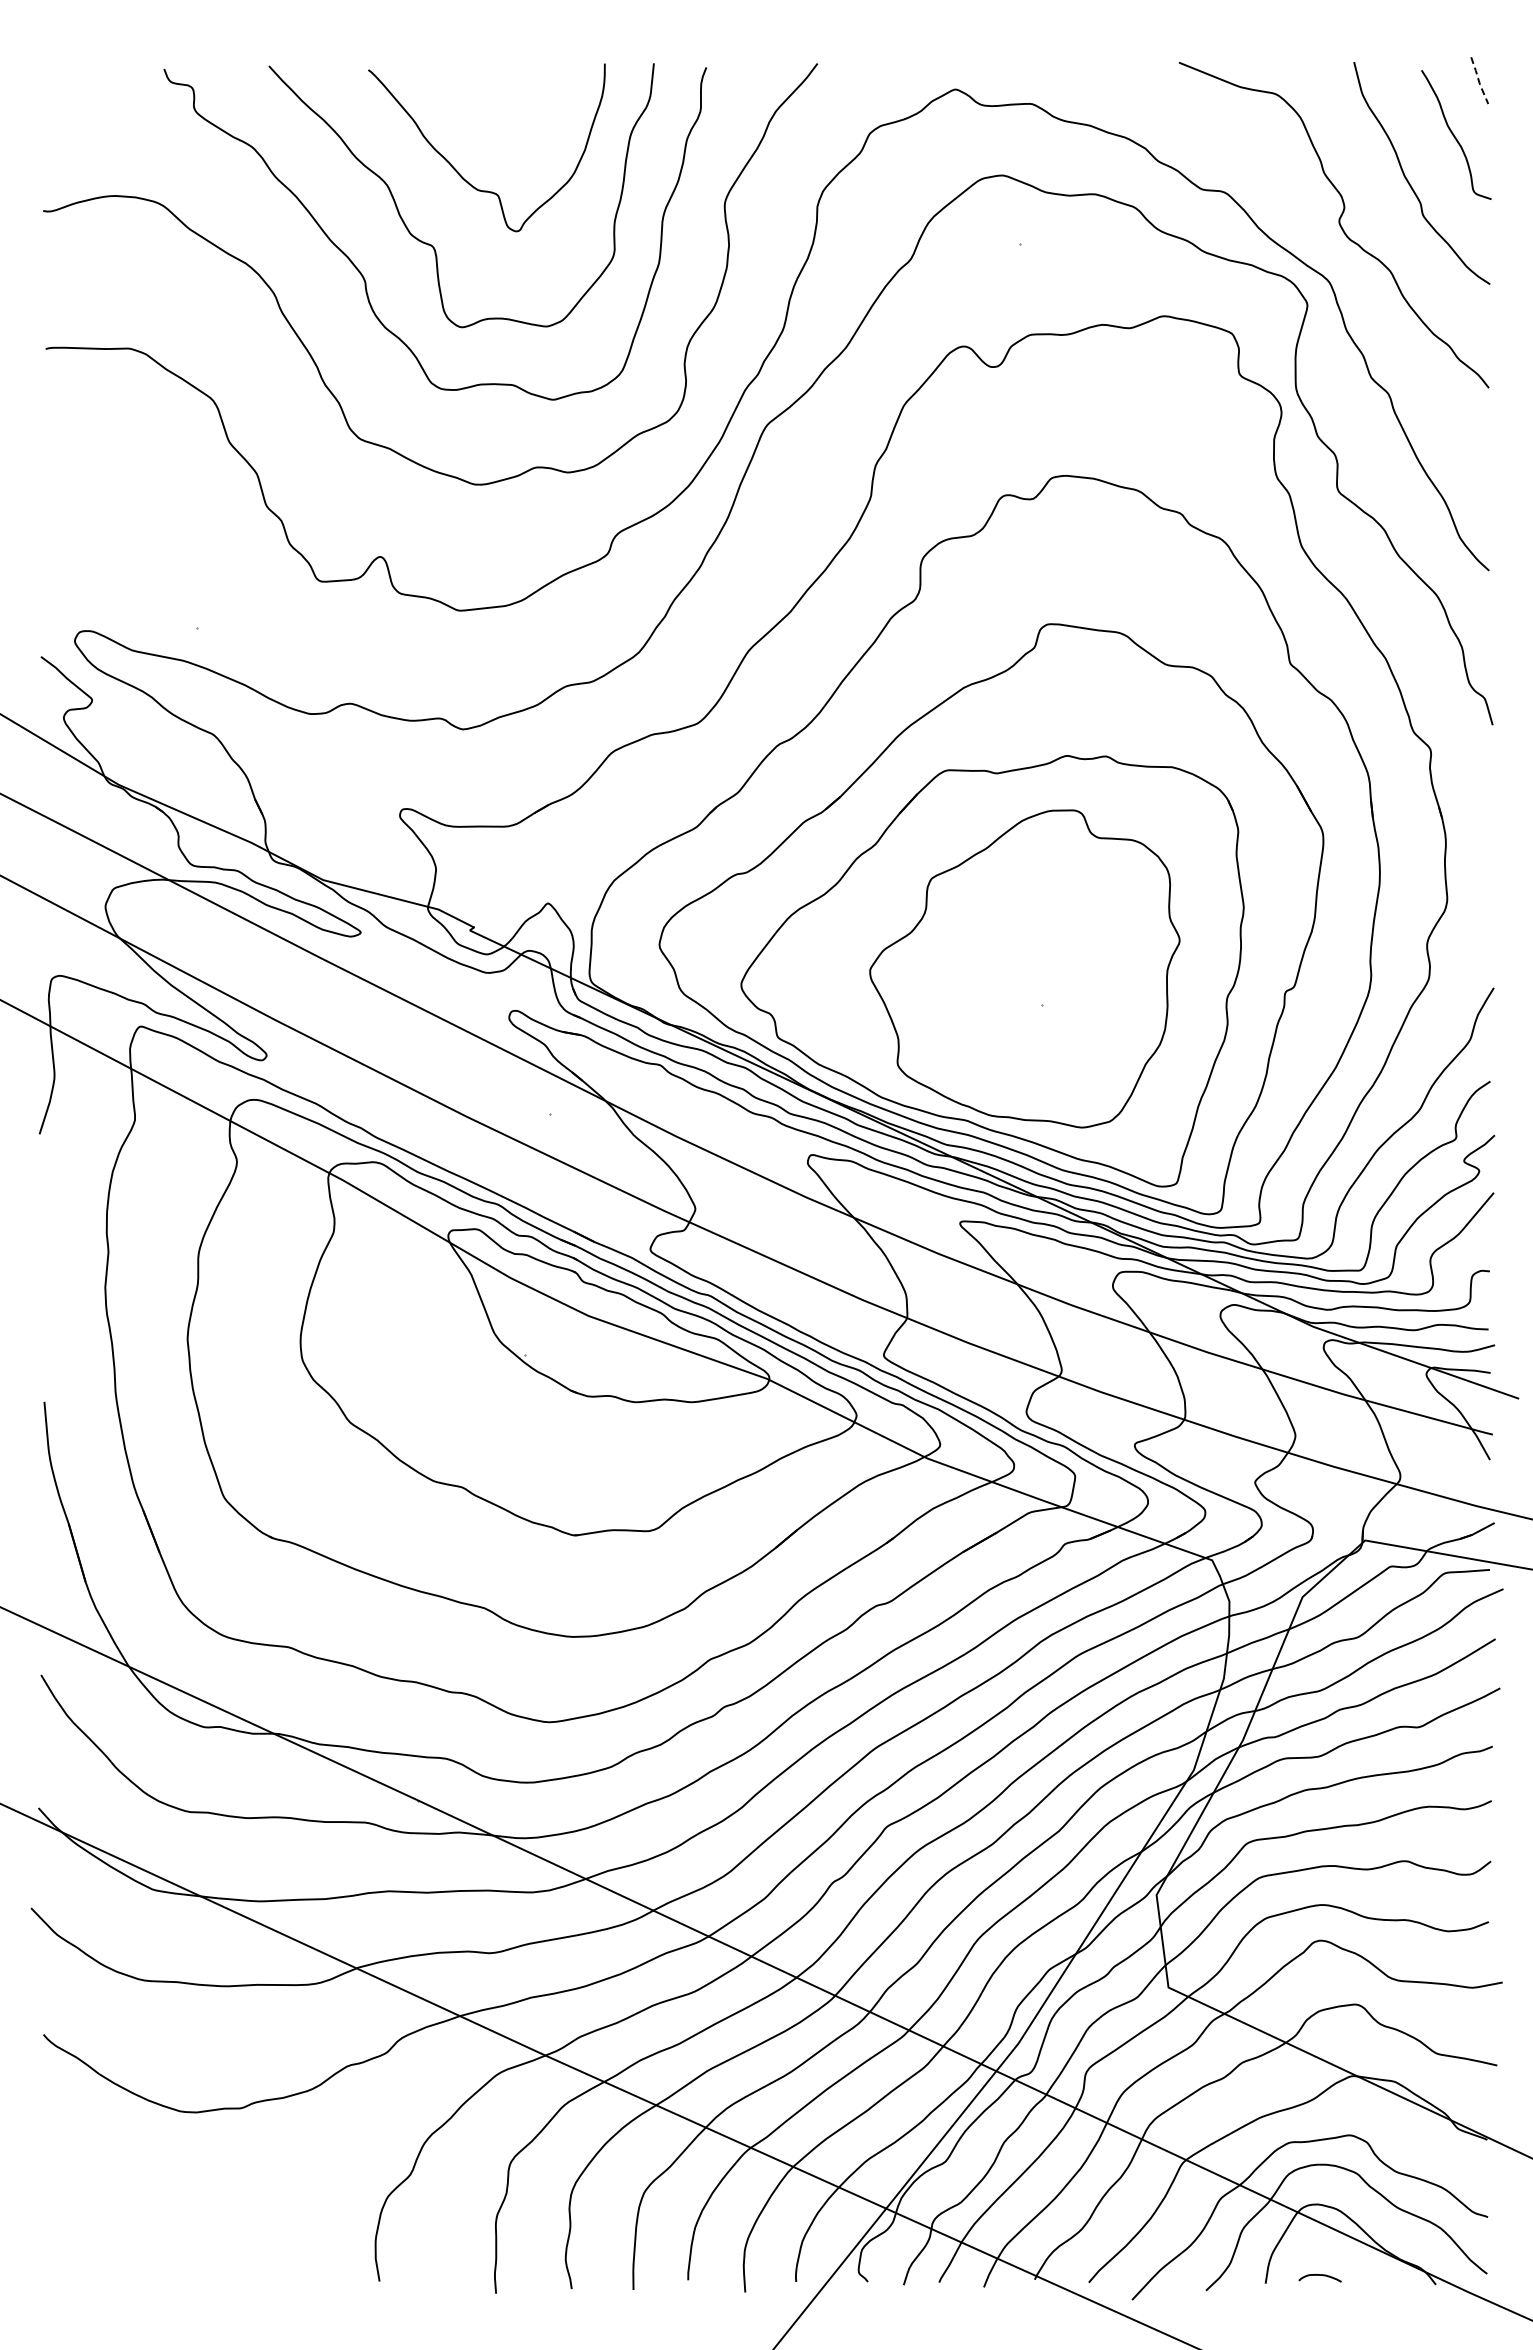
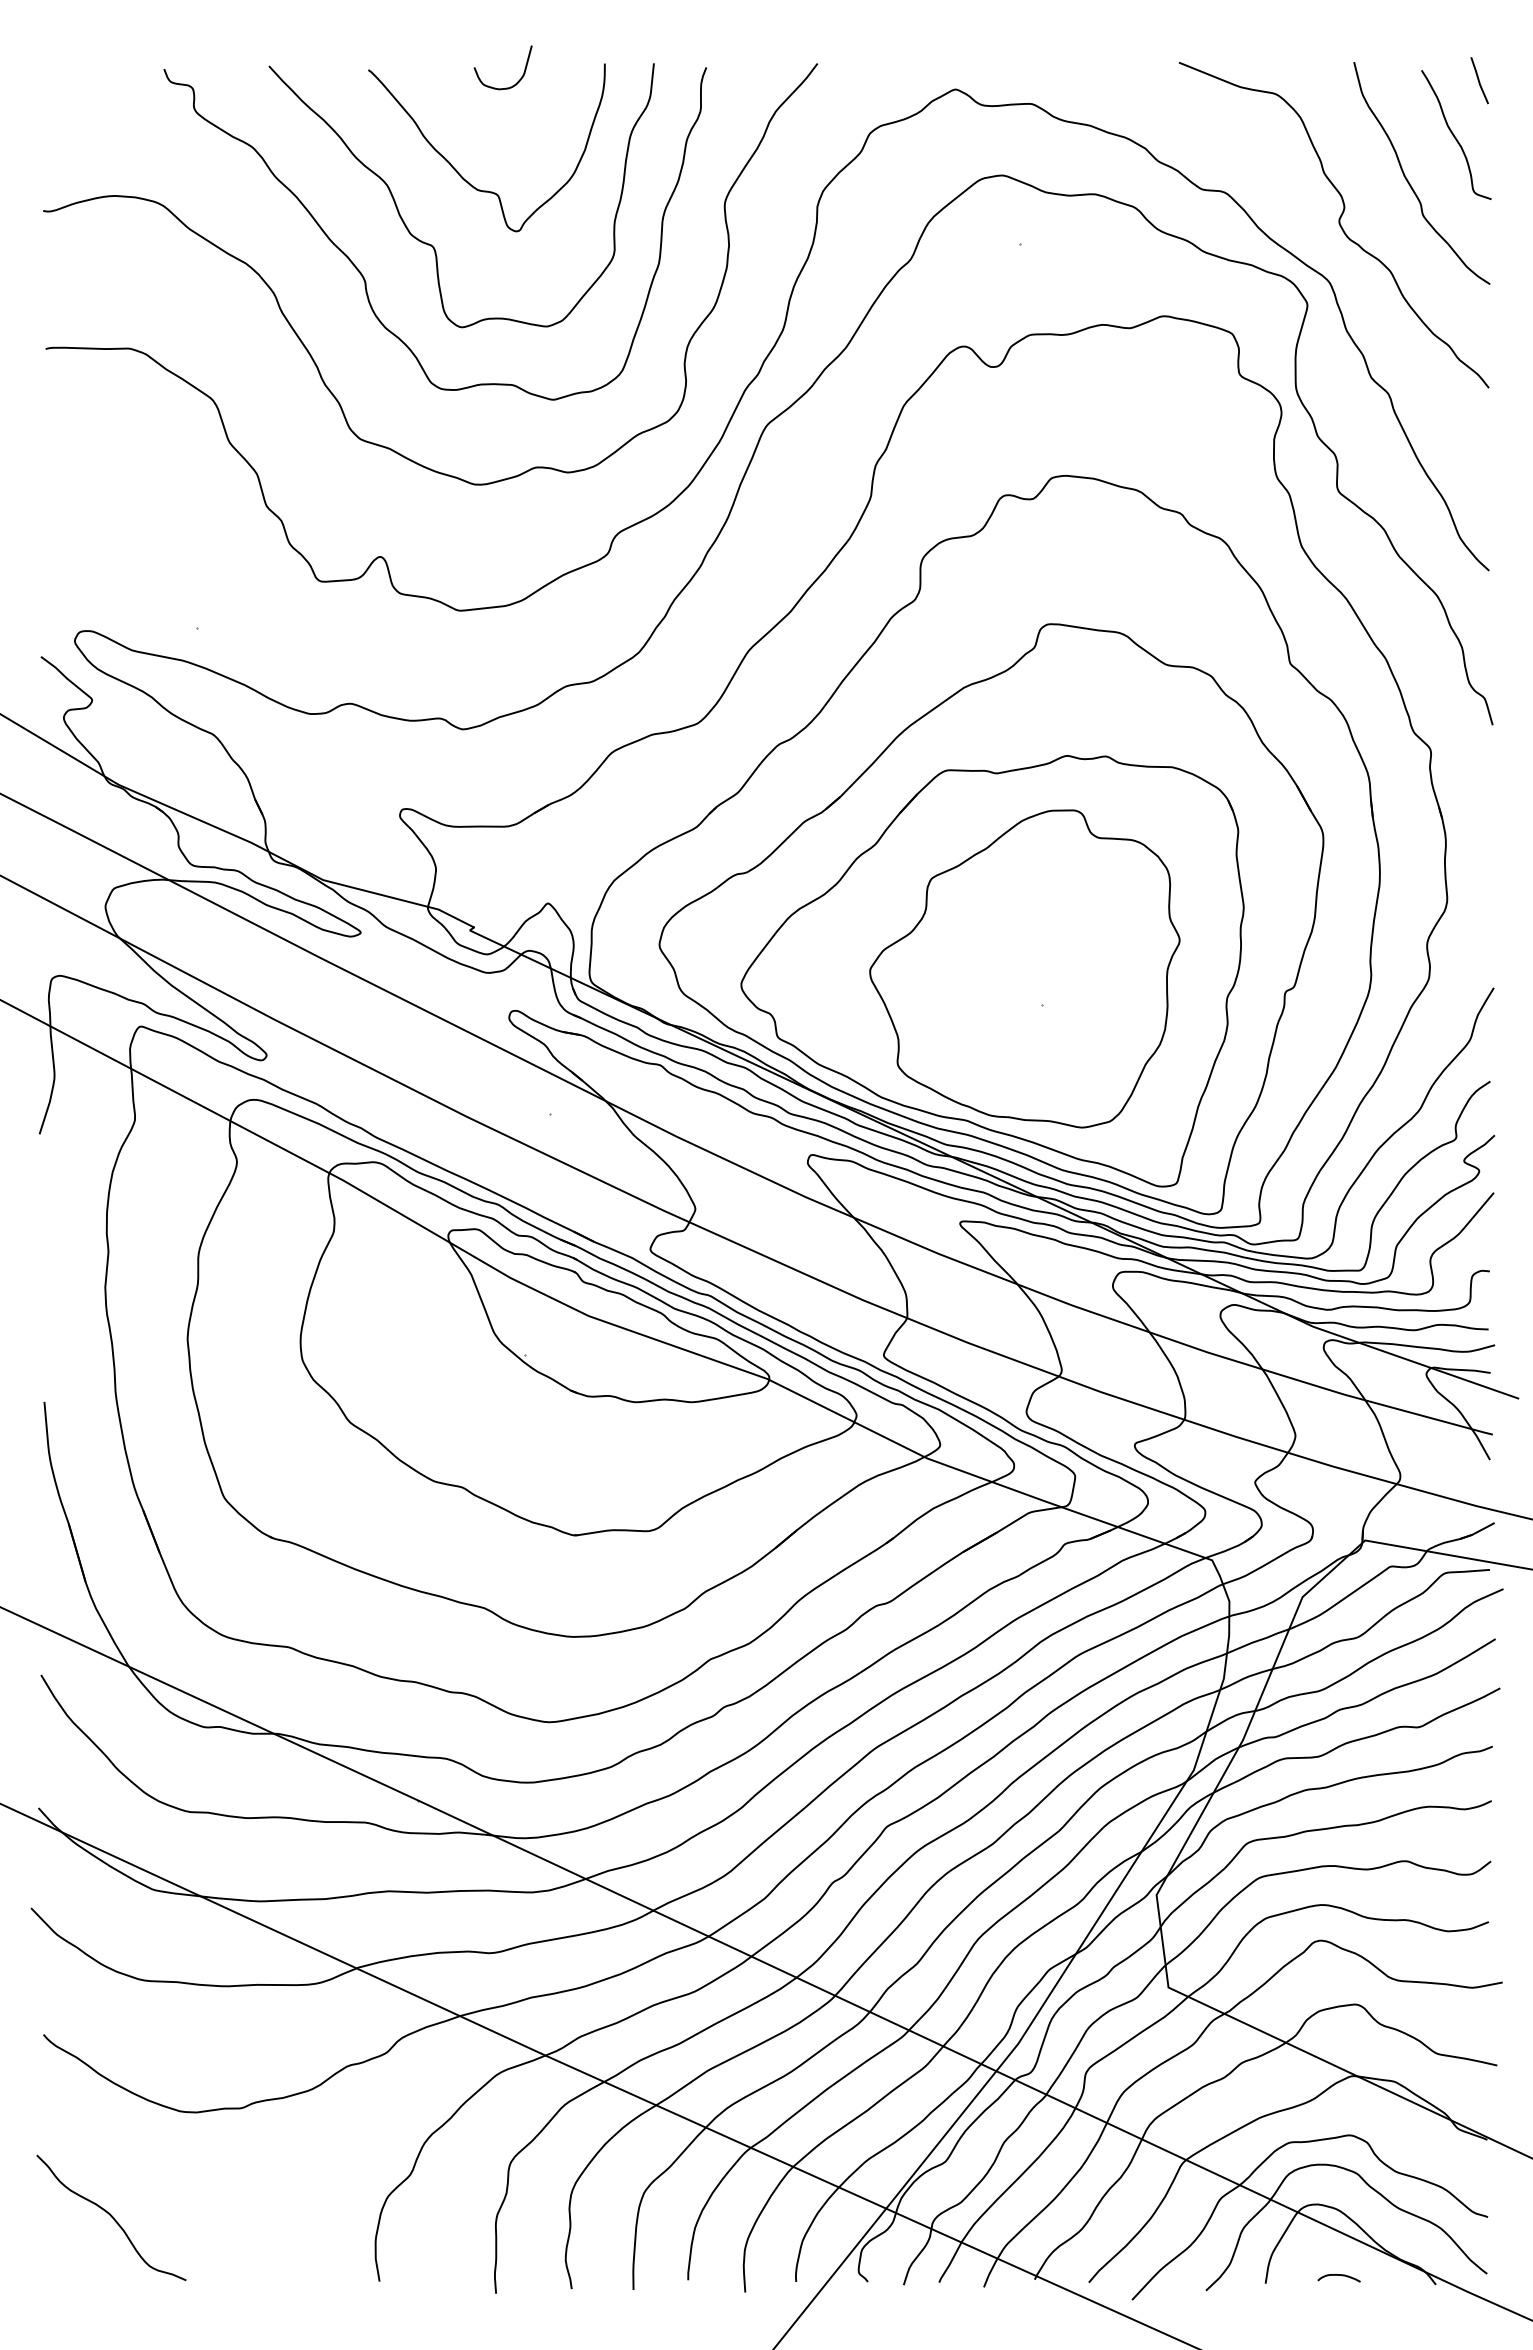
line at (1478, 80): dashed -> solid
curve at (505, 87): none -> present
curve at (111, 2217): none -> present
curve at (1319, 2275) position: (1319, 2275) -> (1338, 2275)
